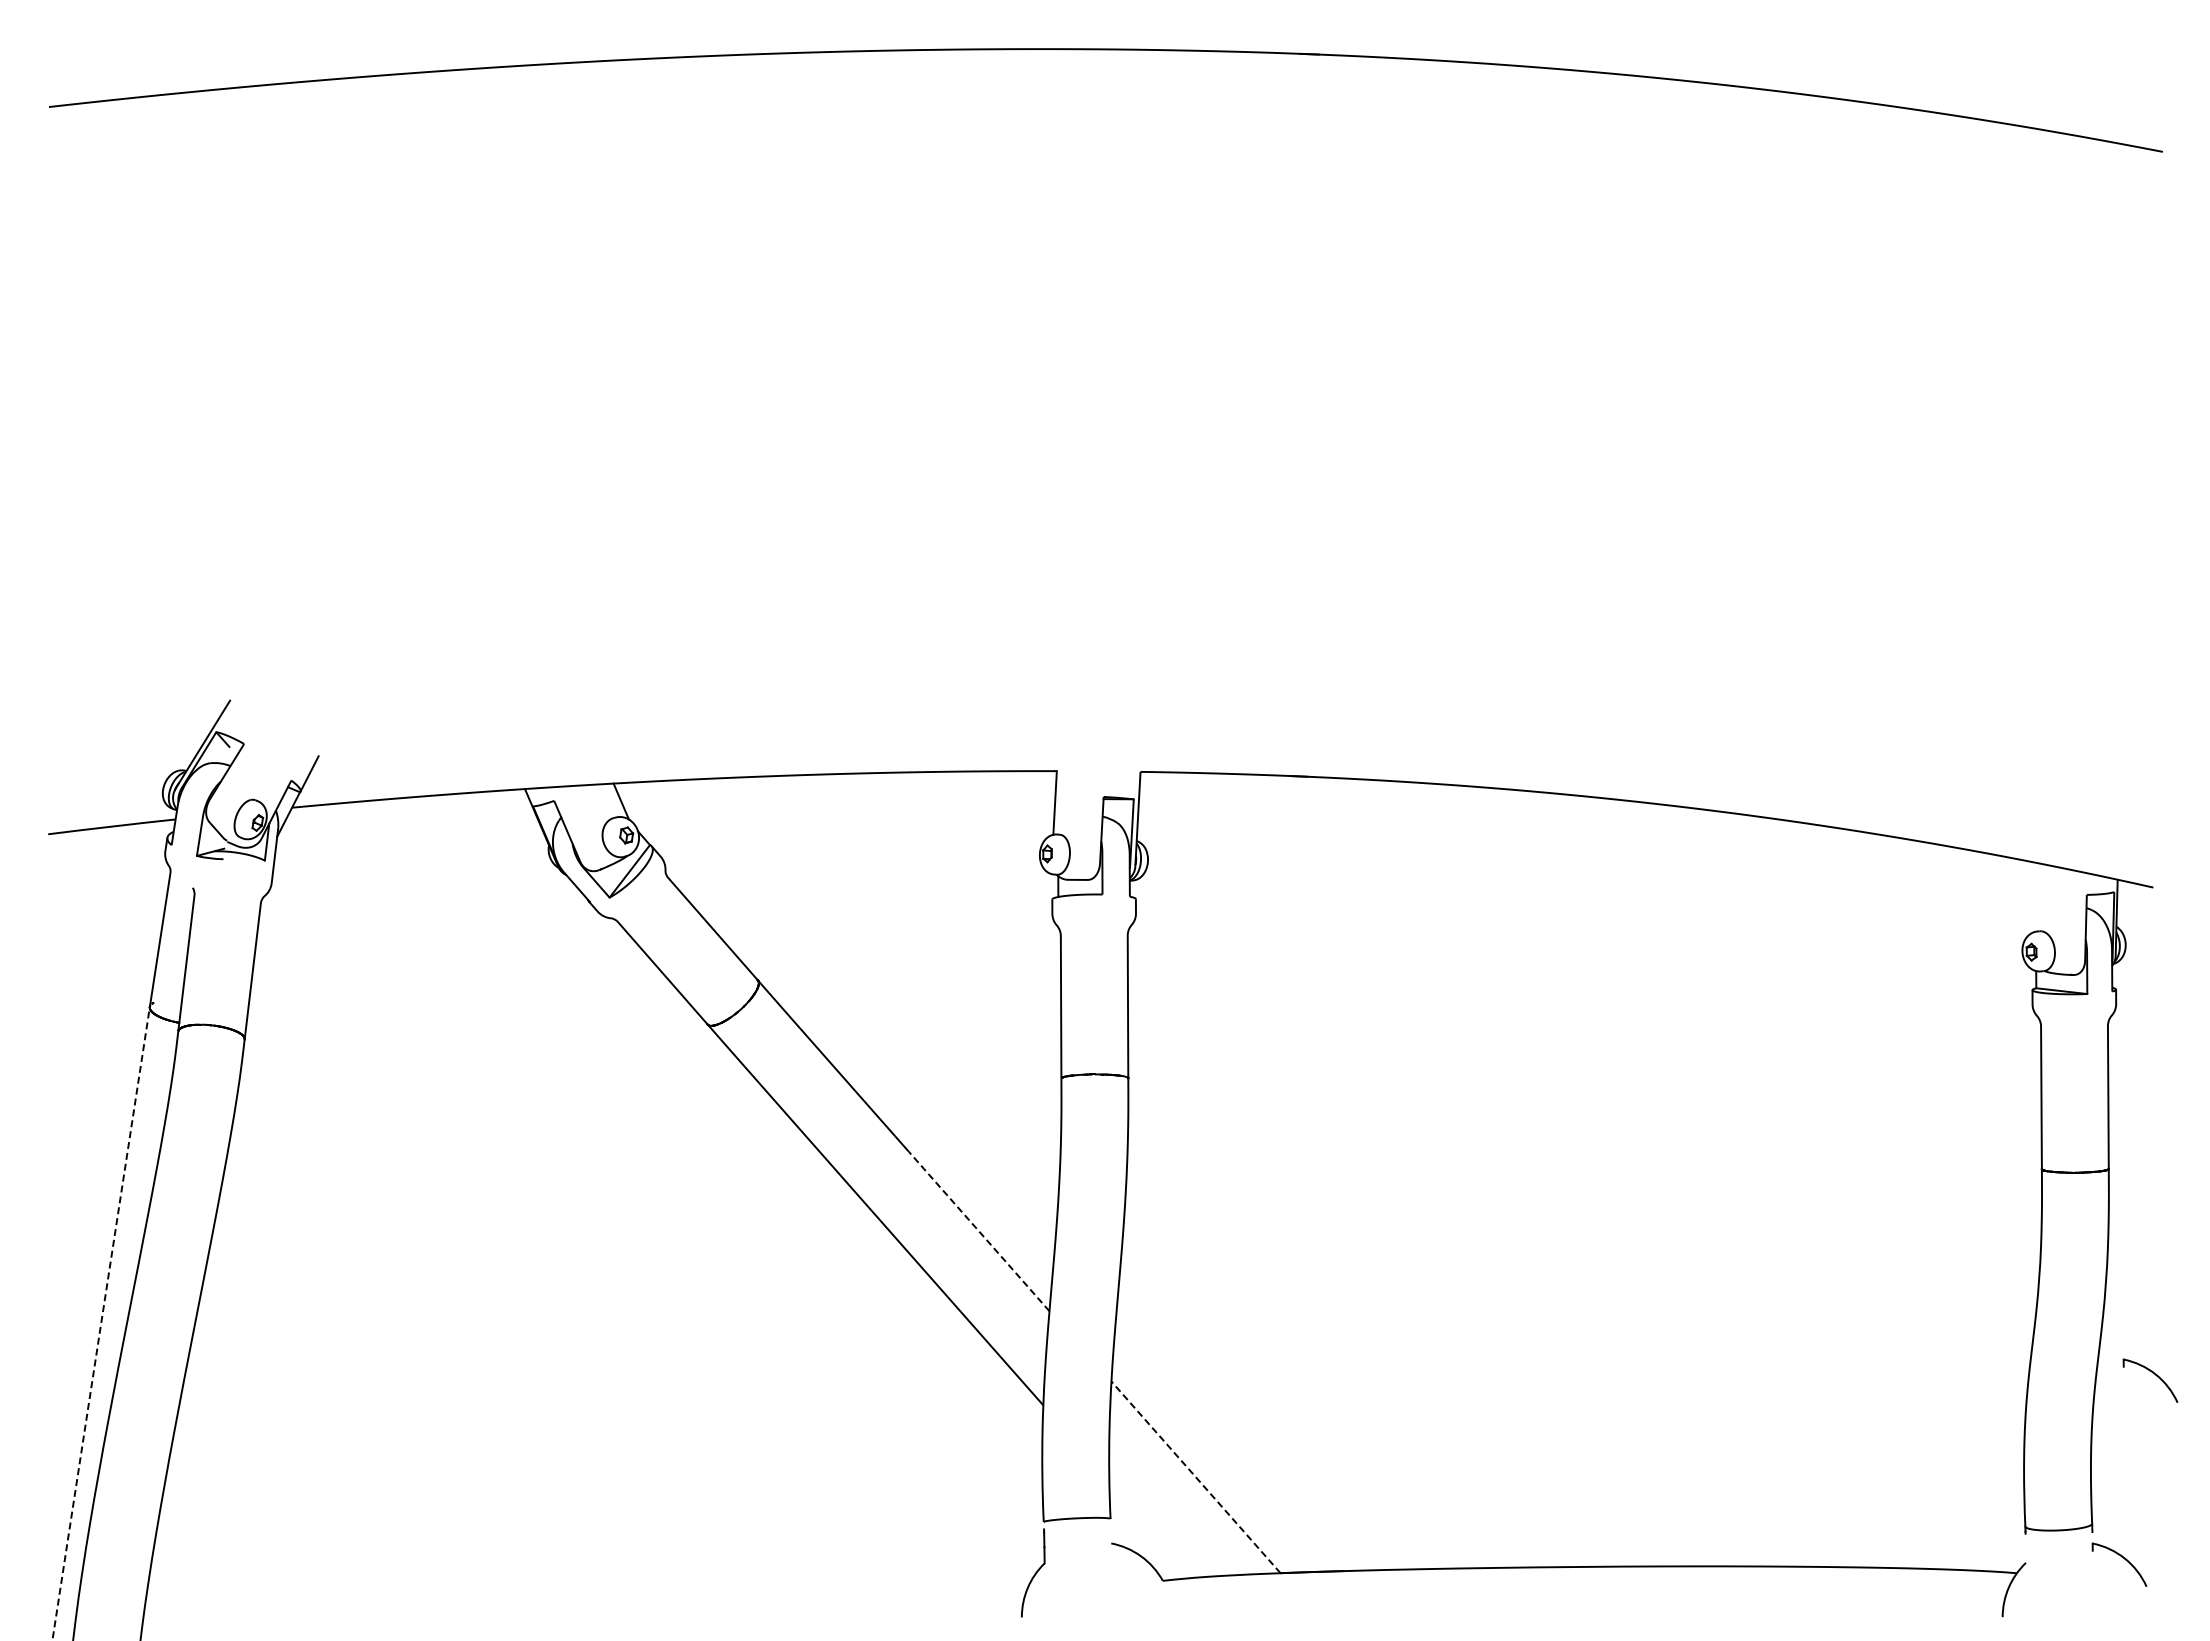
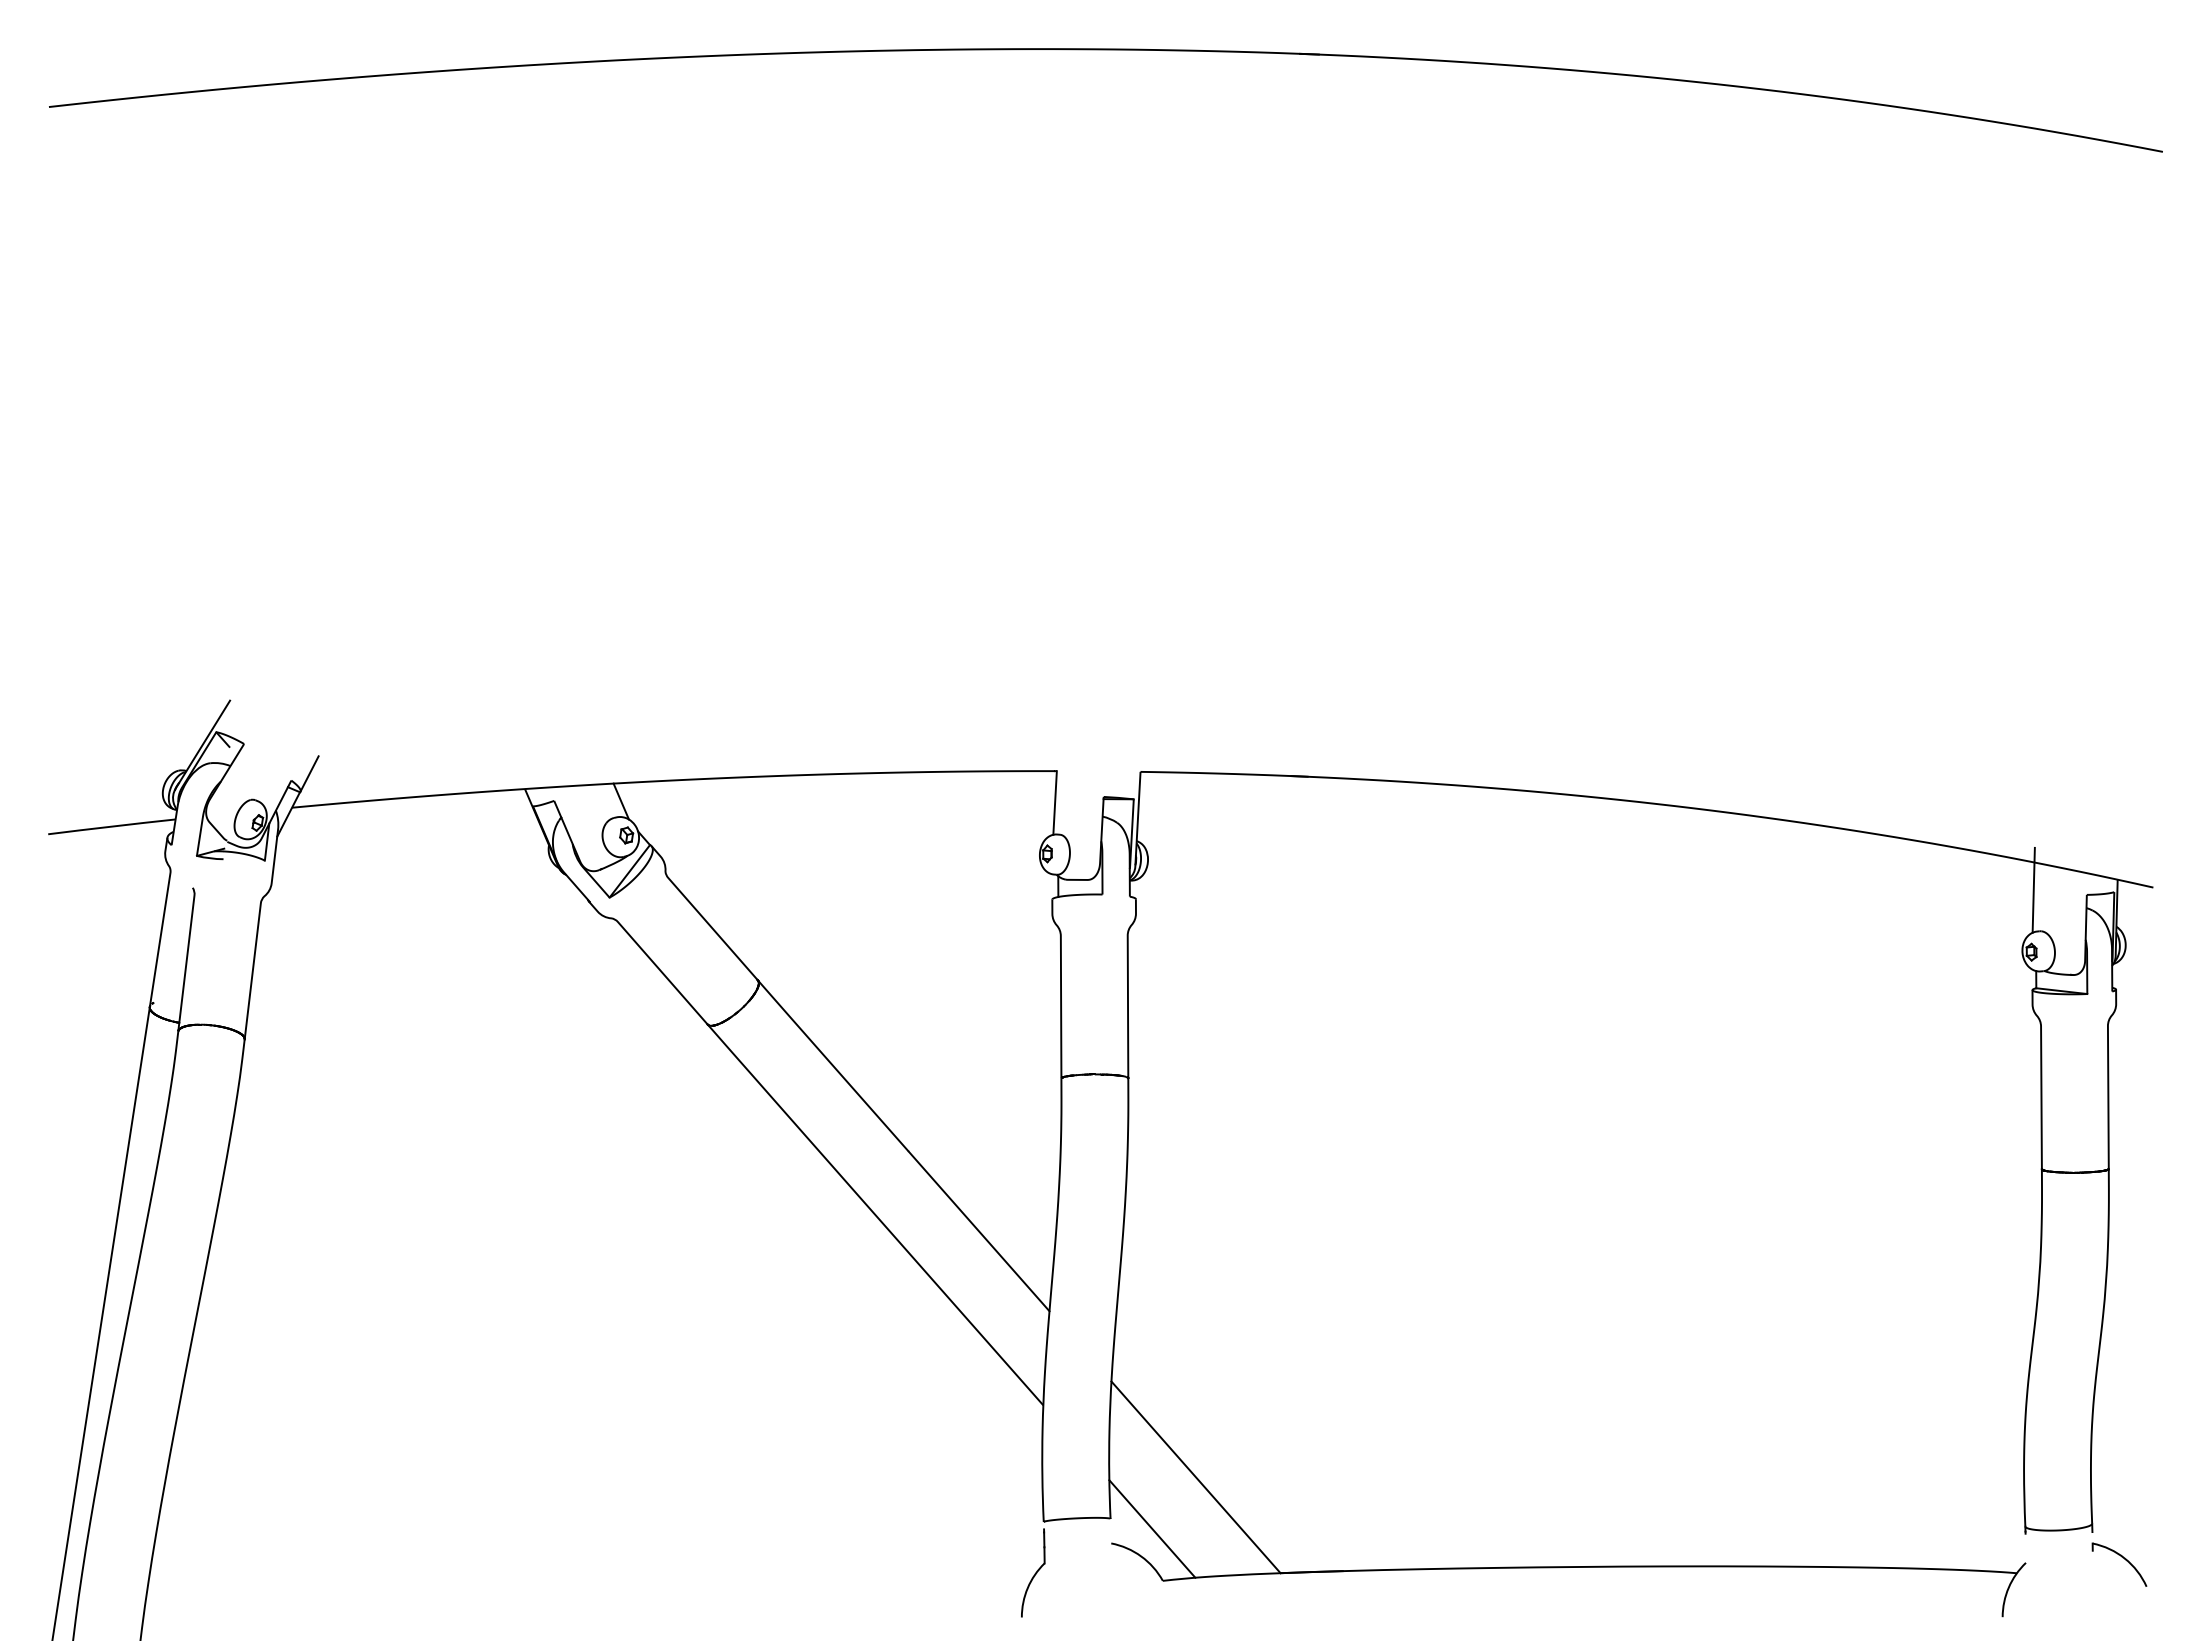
line at (2033, 889): none -> present
line at (978, 1231): dashed -> solid
line at (101, 1323): dashed -> solid
part at (2155, 1375): present -> none
line at (1196, 1477): dashed -> solid
line at (1152, 1528): none -> present
